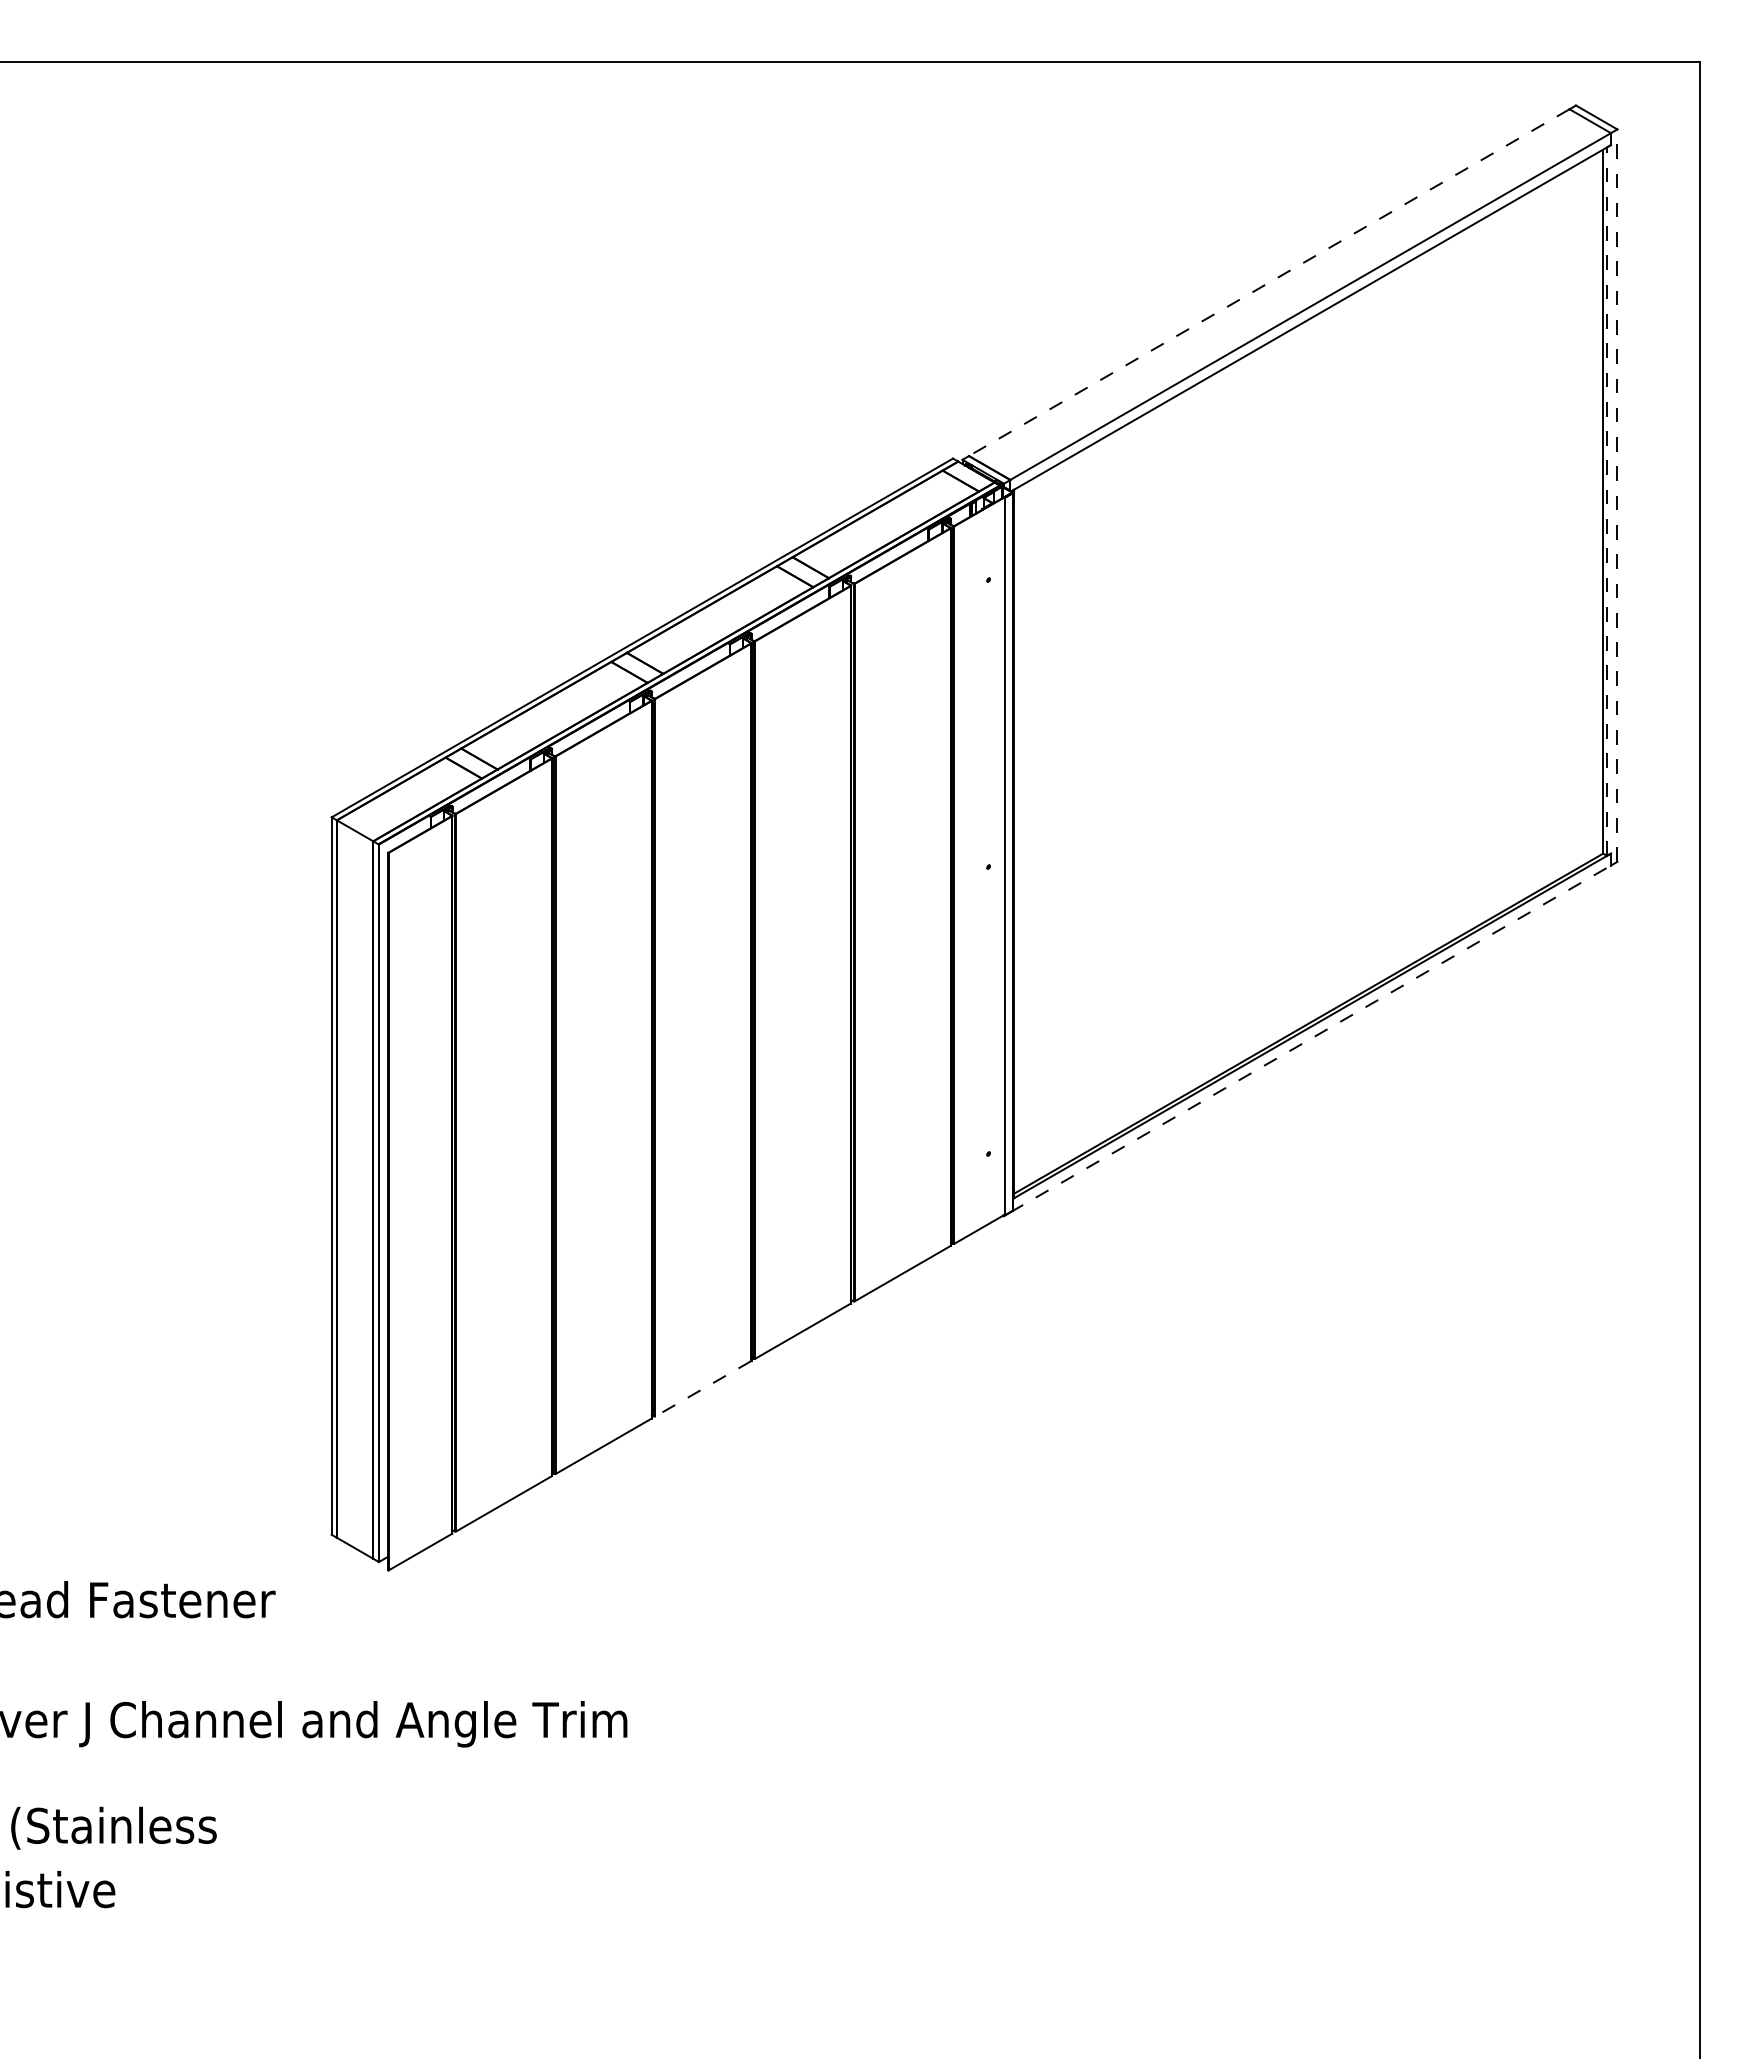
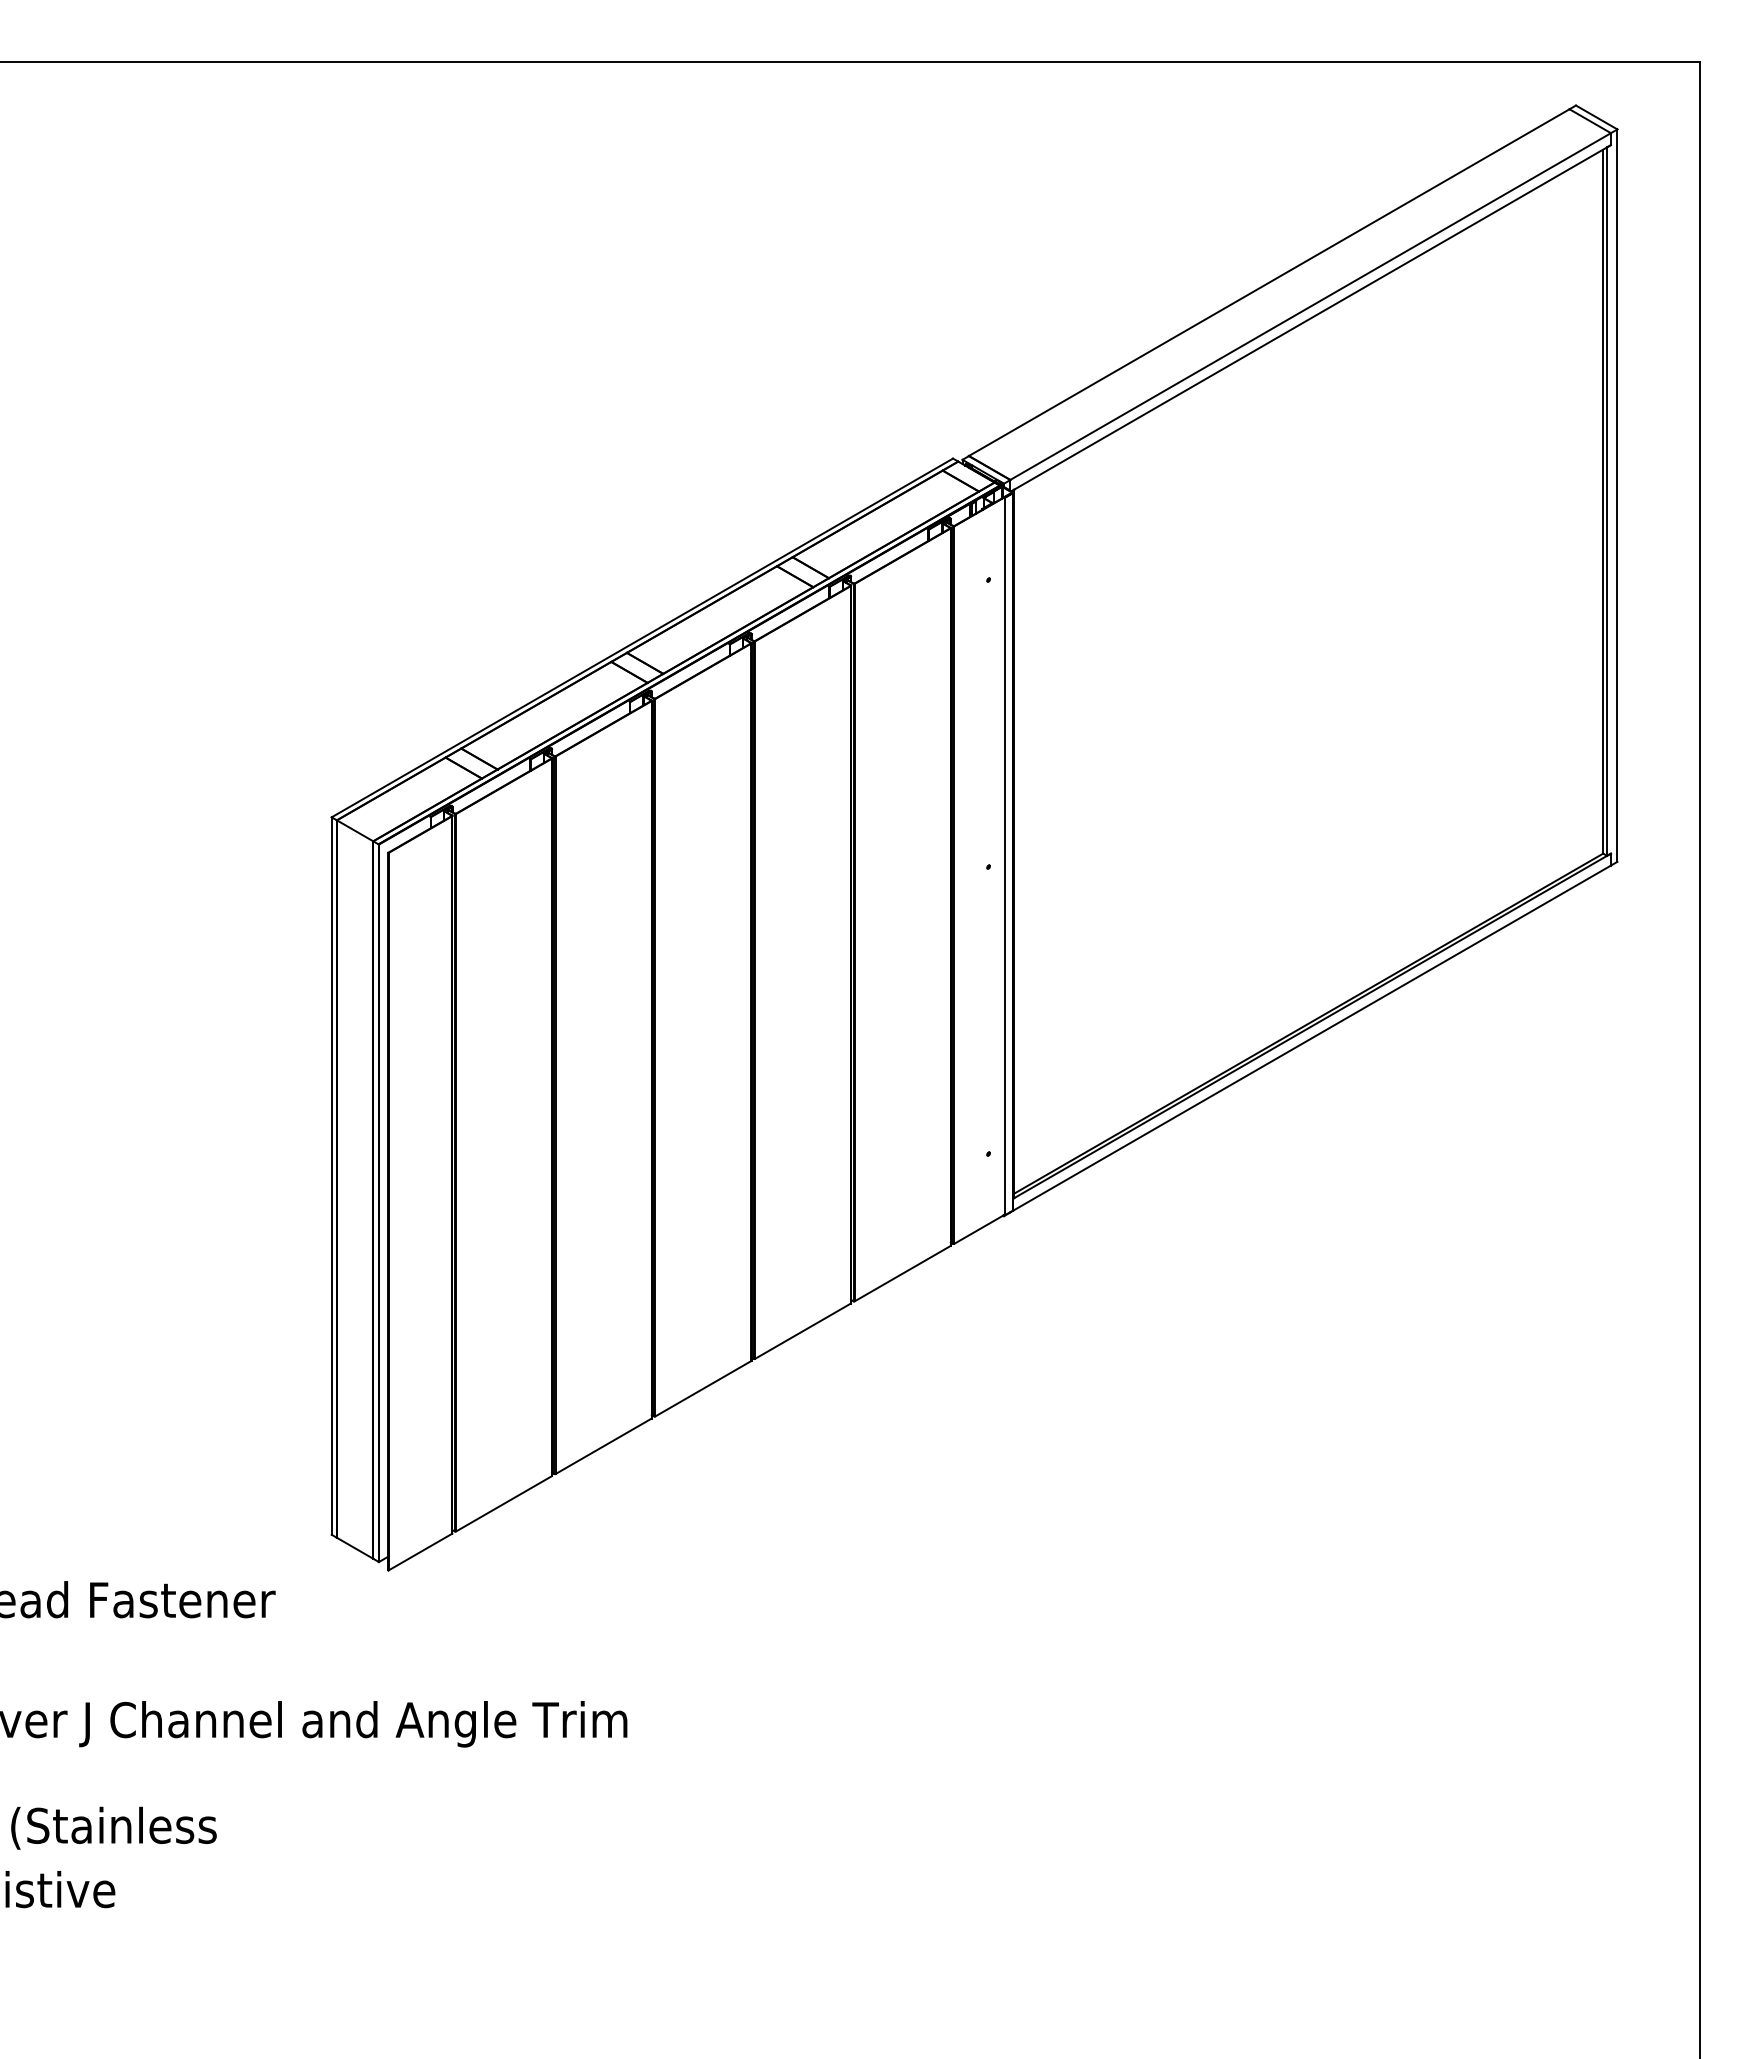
line at (1269, 282): dashed -> solid
line at (1617, 495): dashed -> solid
line at (1607, 501): dashed -> solid
line at (1310, 1038): dashed -> solid
line at (702, 1389): dashed -> solid
